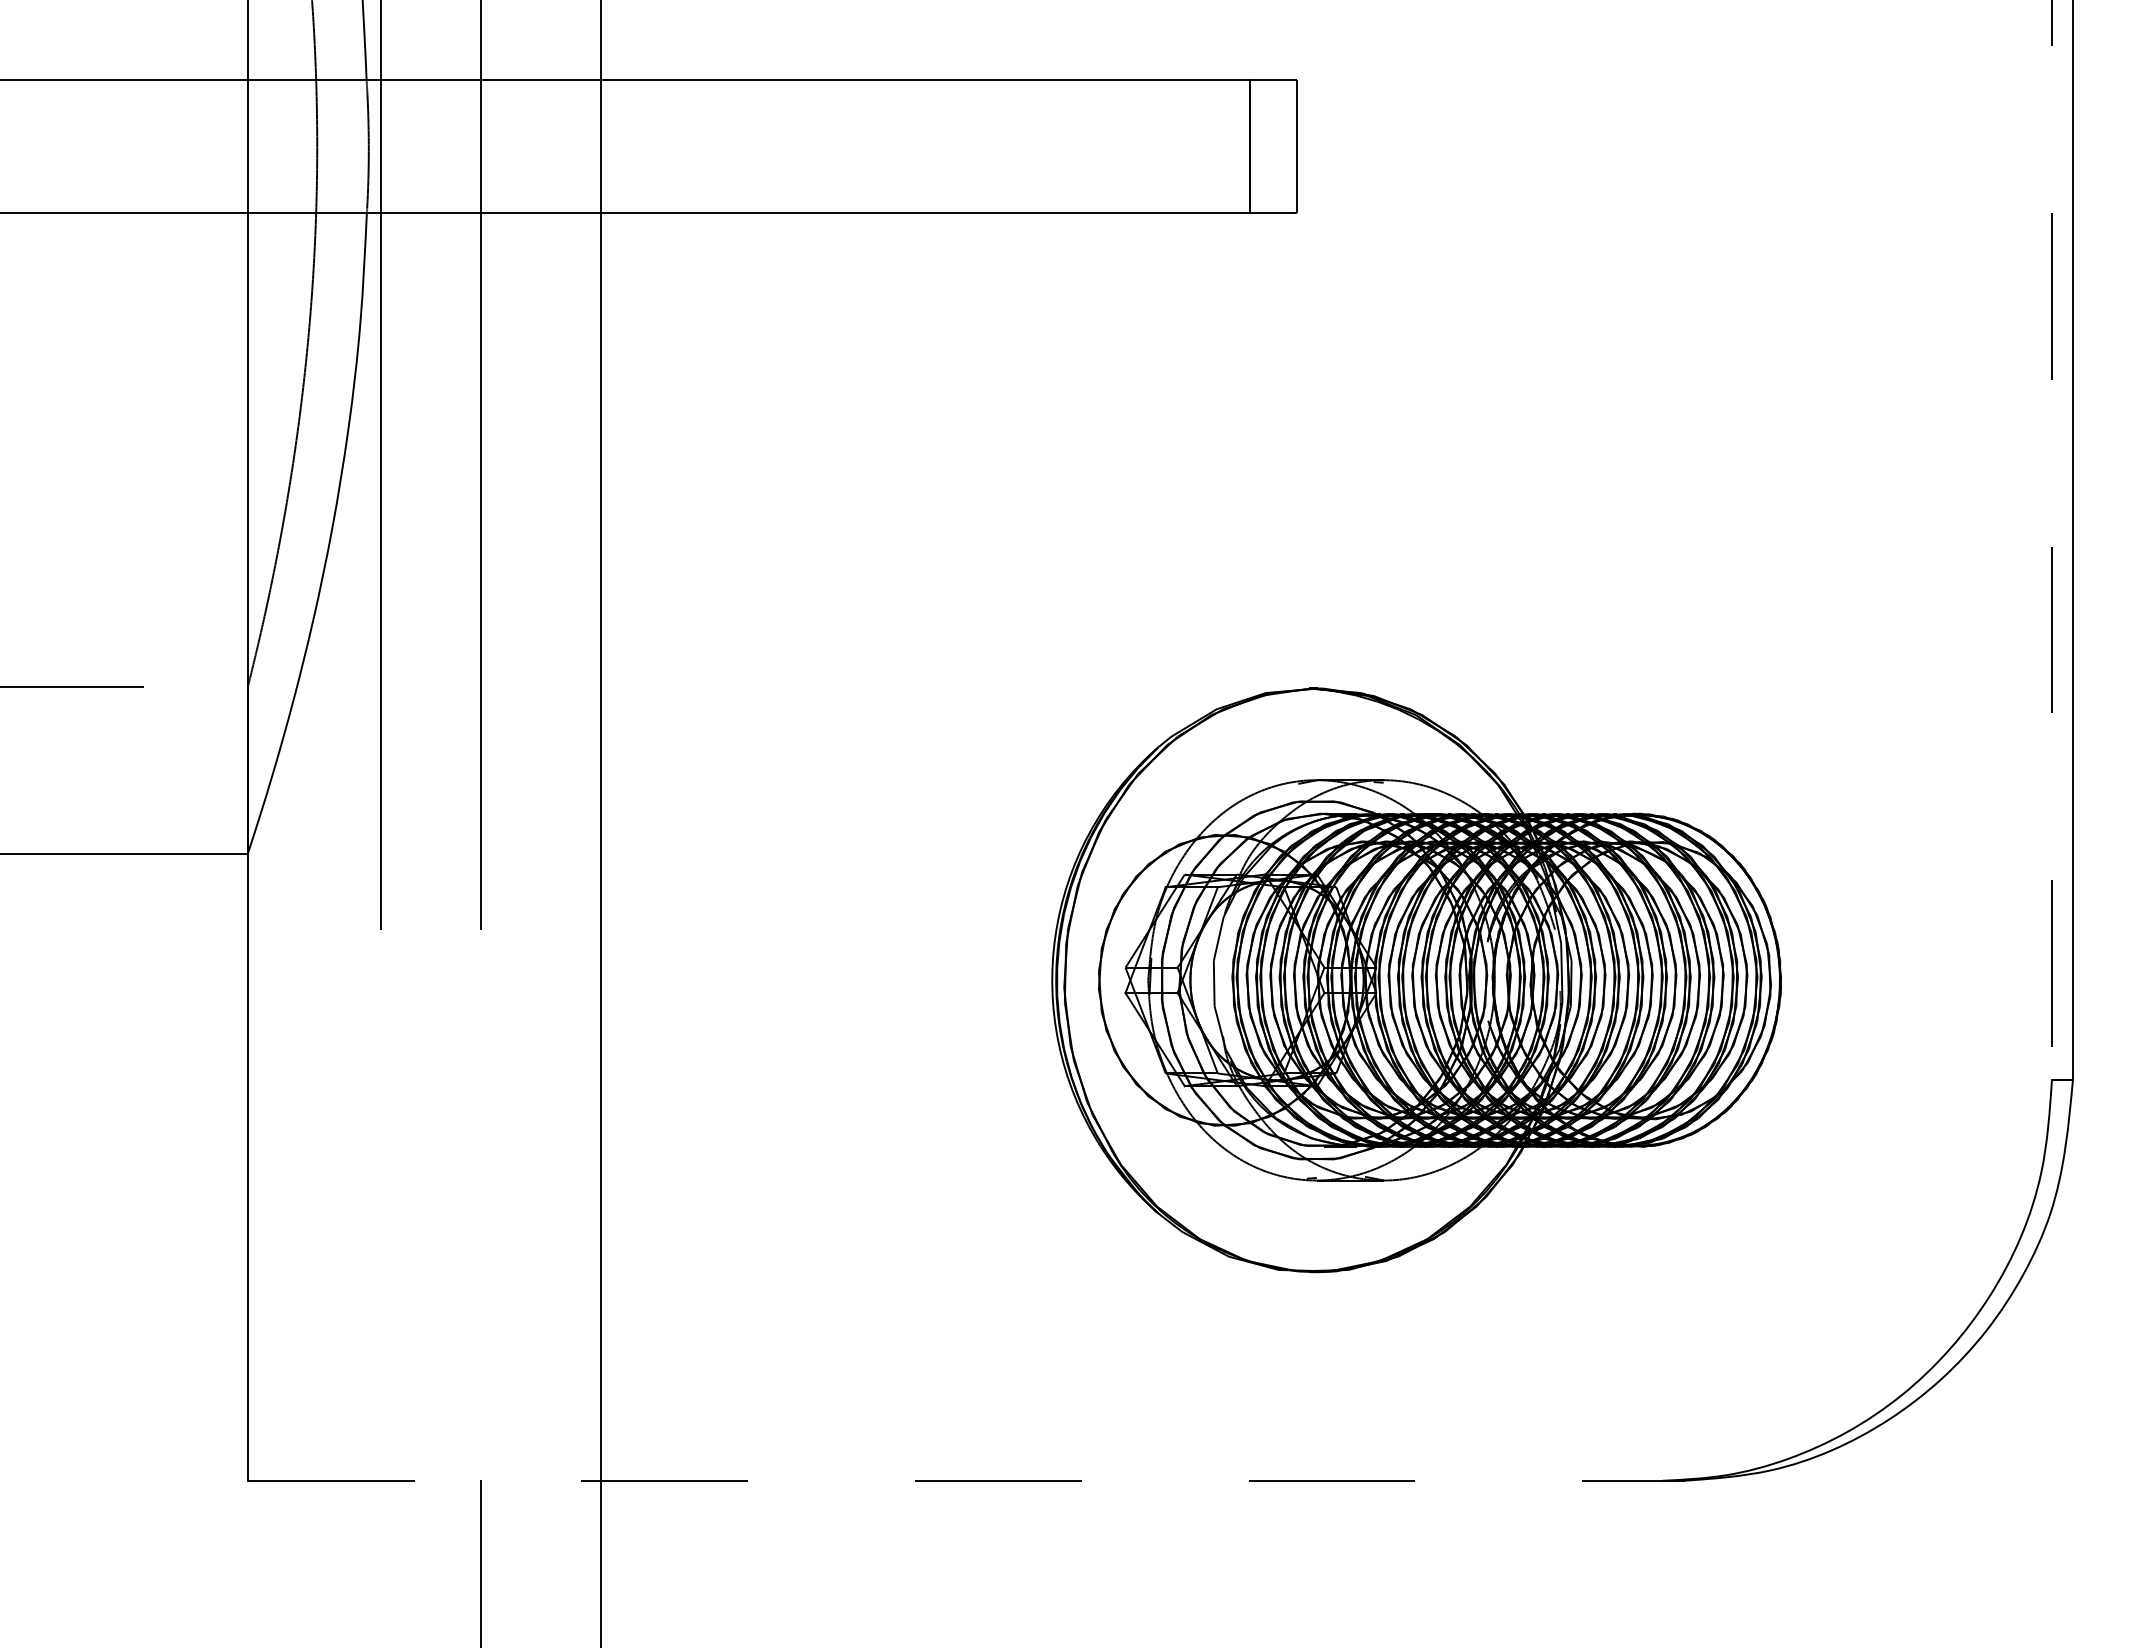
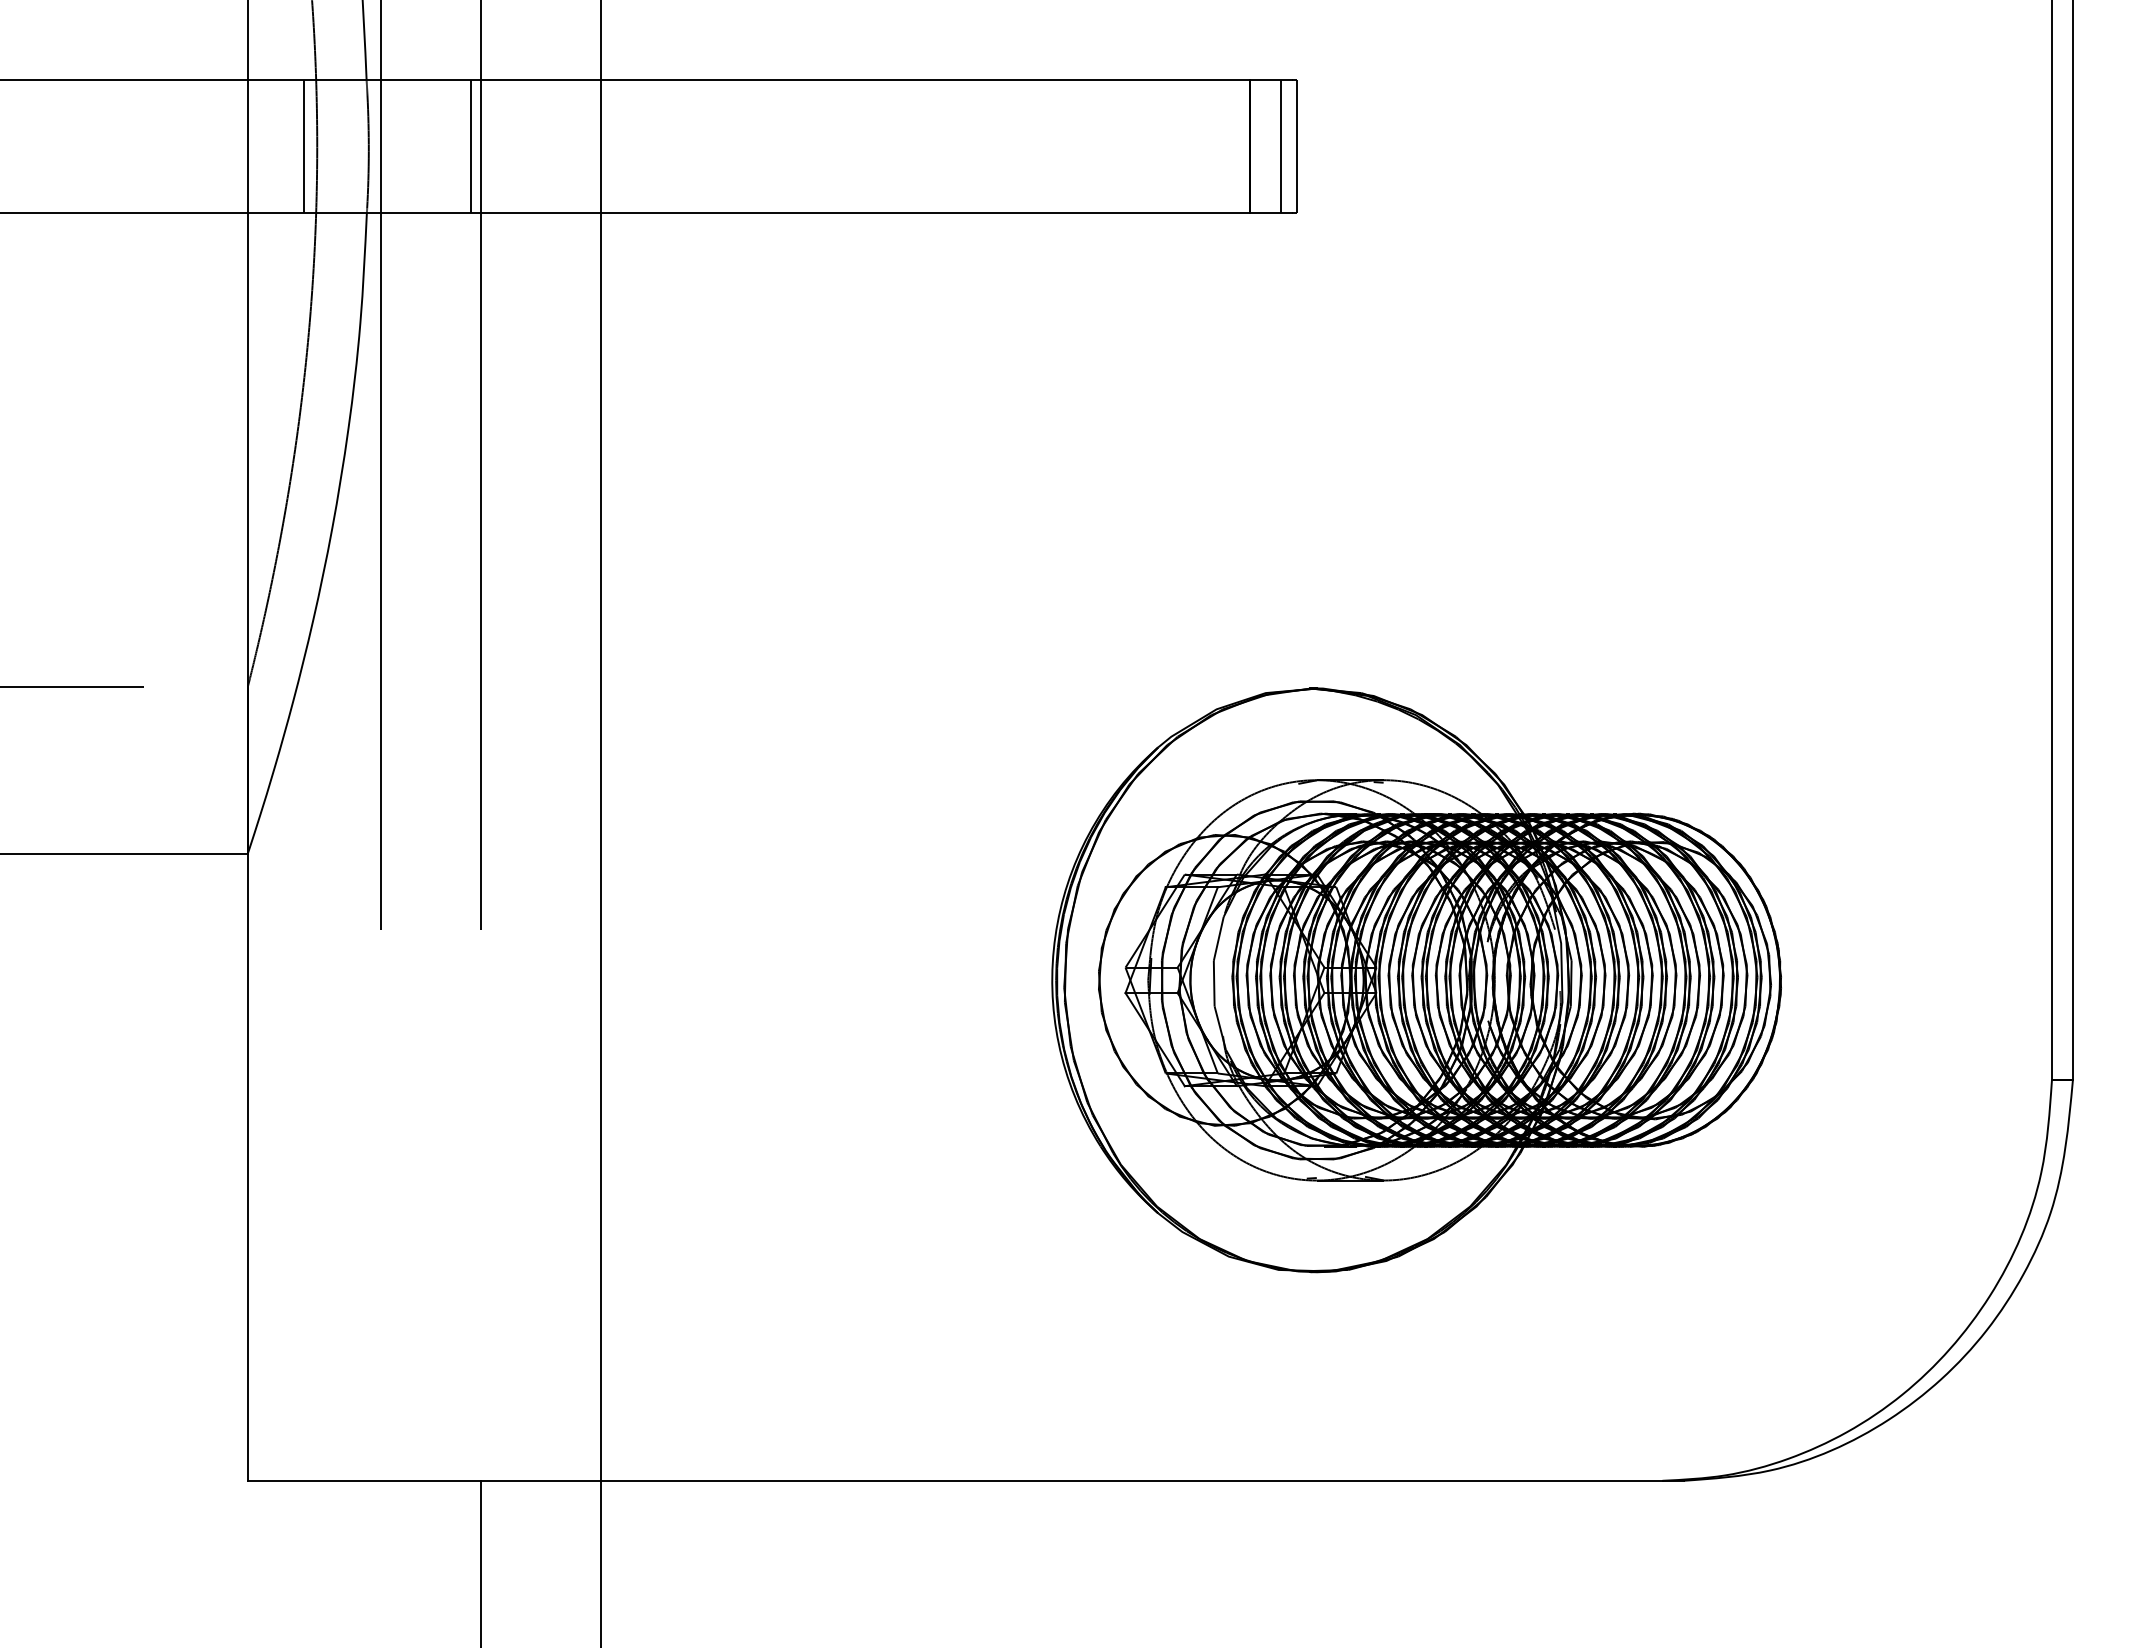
line at (304, 146): none -> present
line at (471, 146): none -> present
line at (1281, 146): none -> present
line at (2051, 540): dashed -> solid
line at (955, 1480): dashed -> solid
